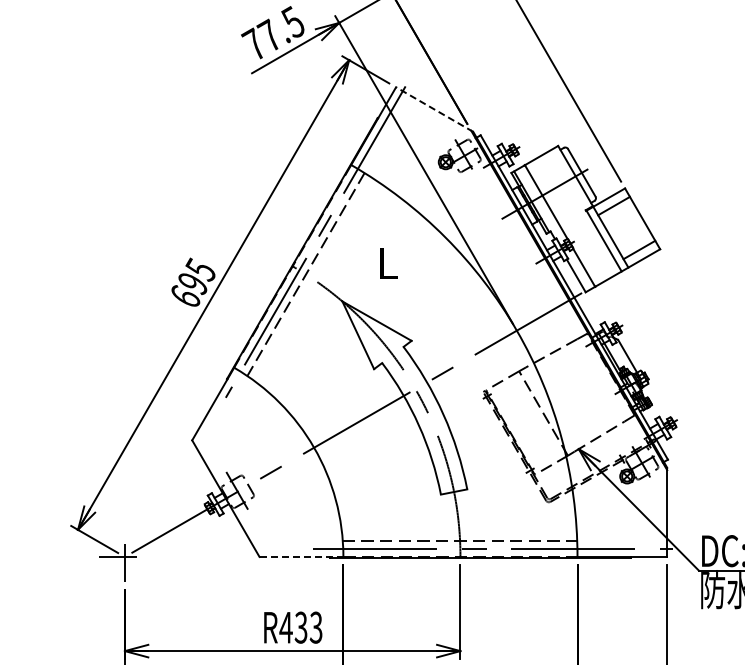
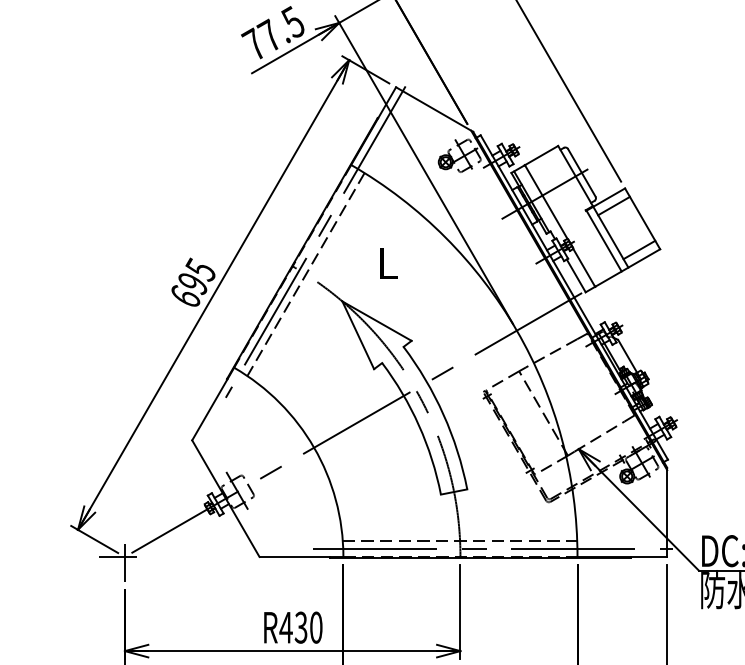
line at (434, 109): dashed -> solid
line at (301, 556): dashed -> solid
text at (315, 627): R433 -> R430
